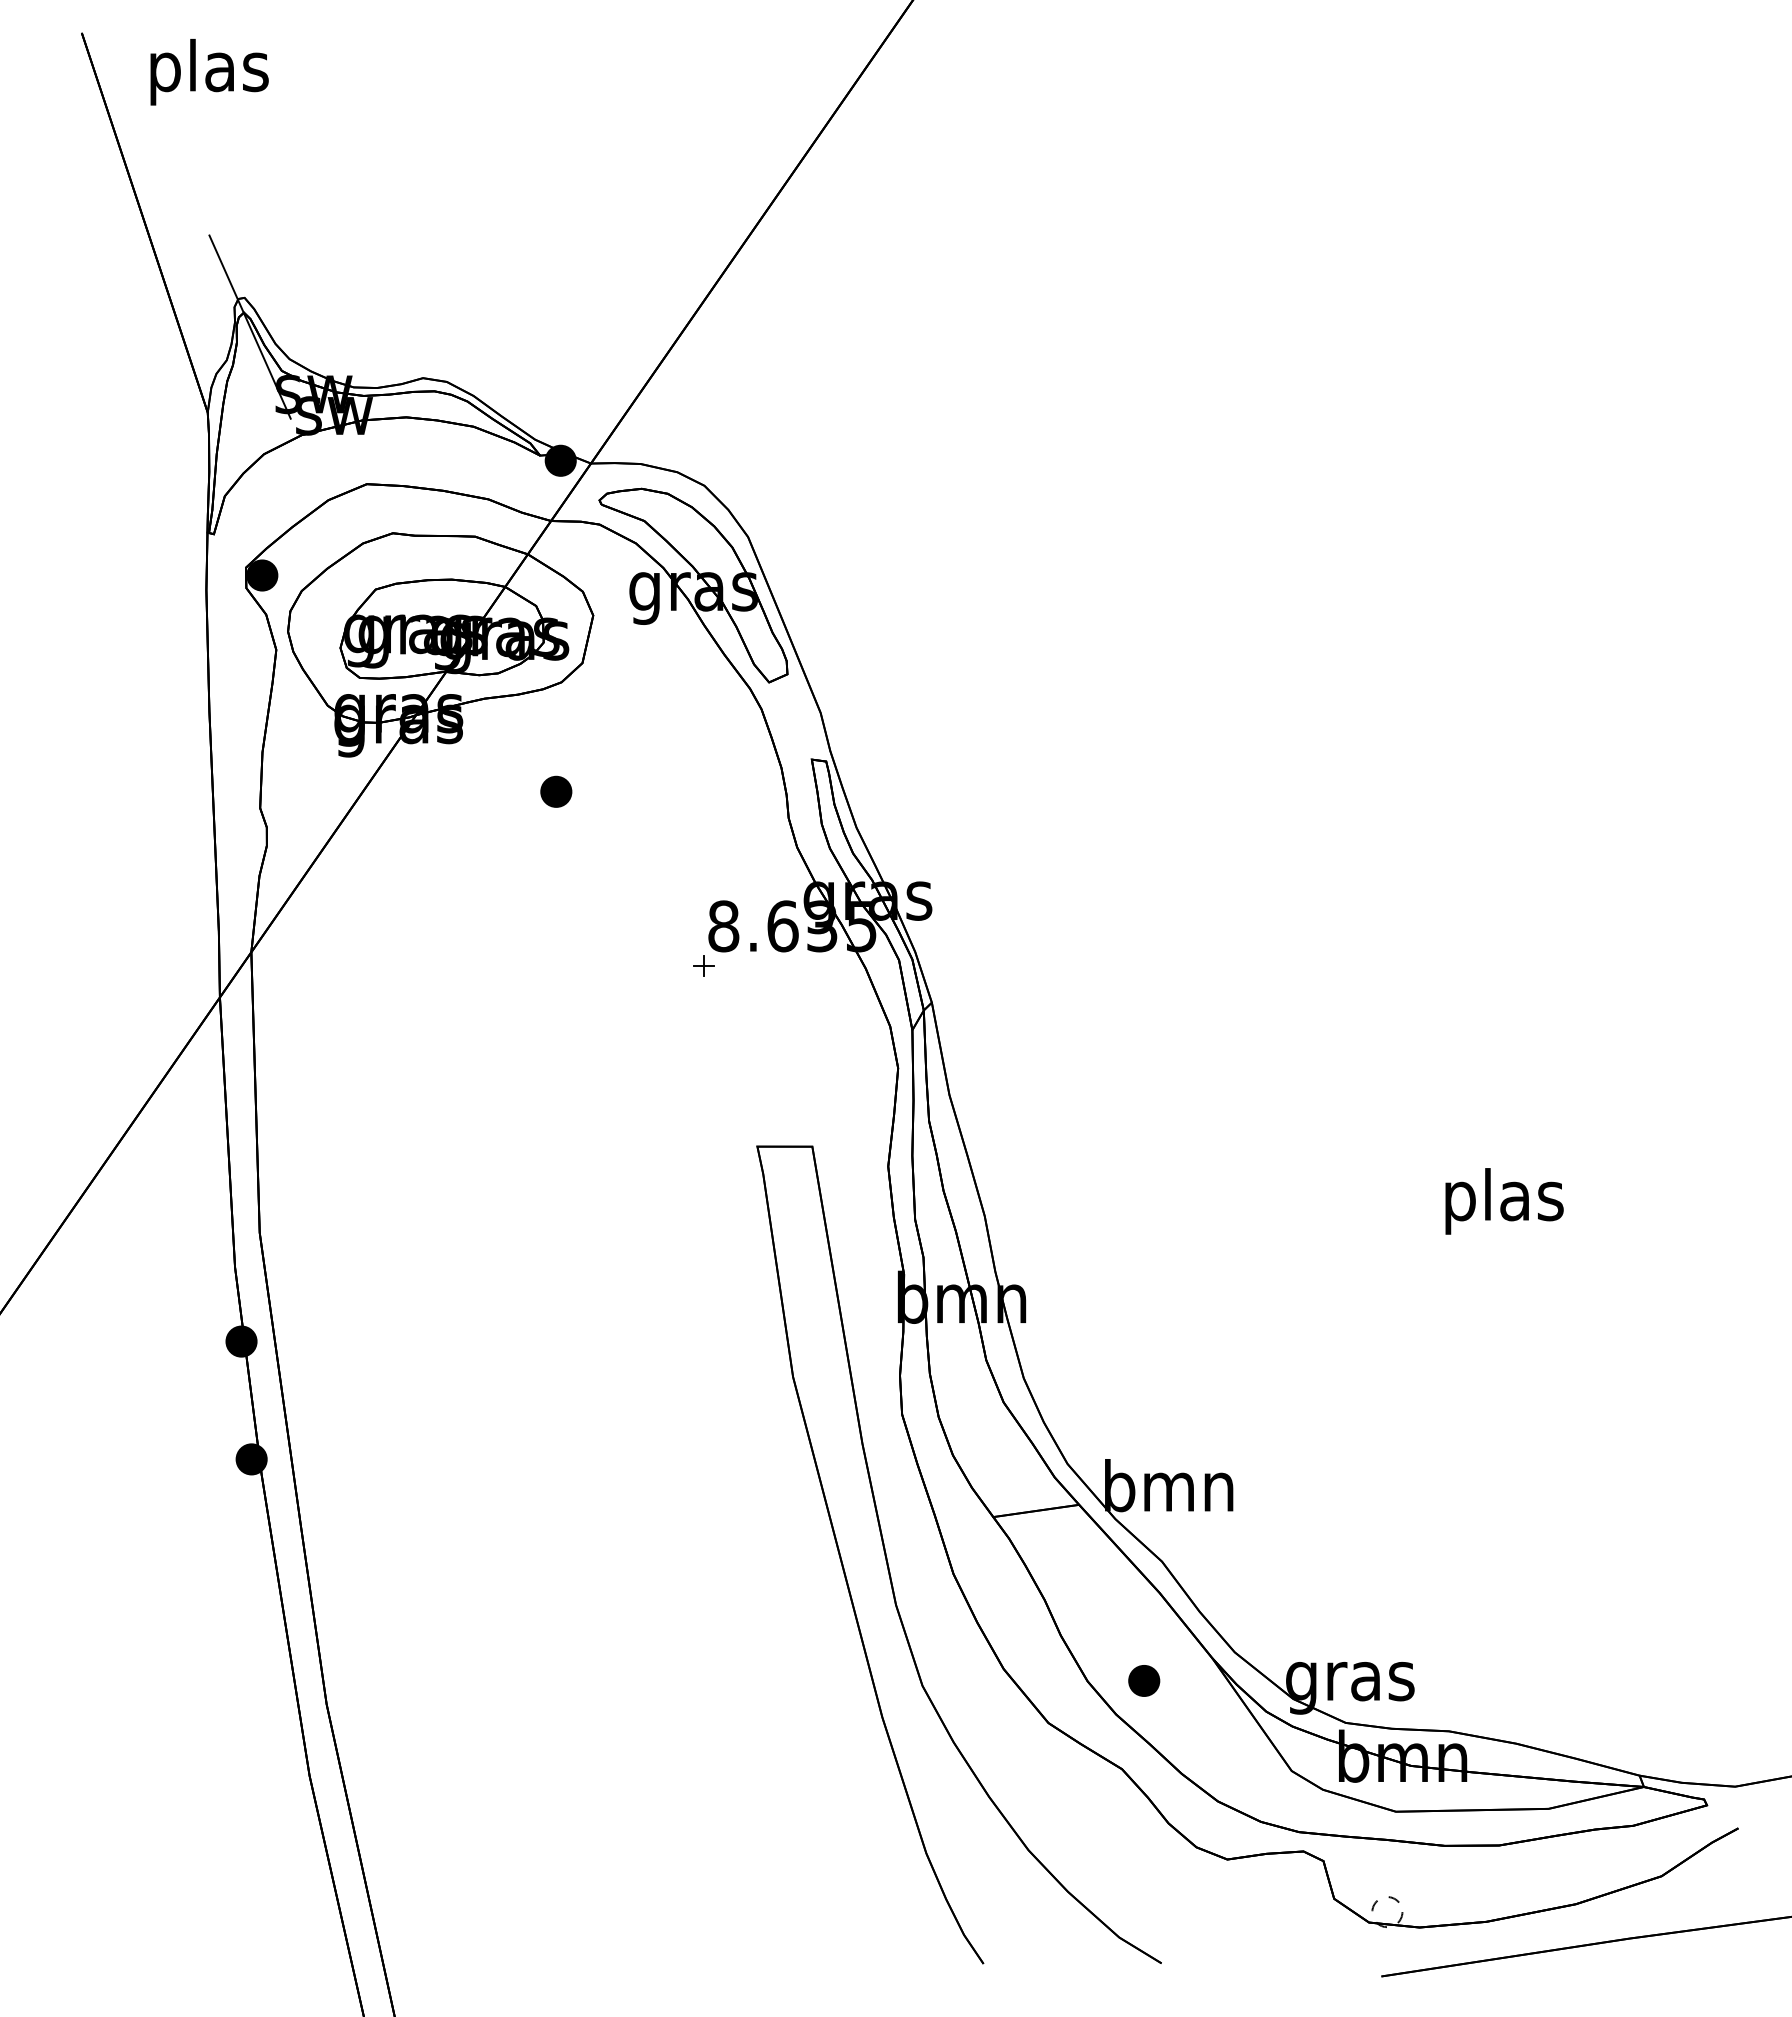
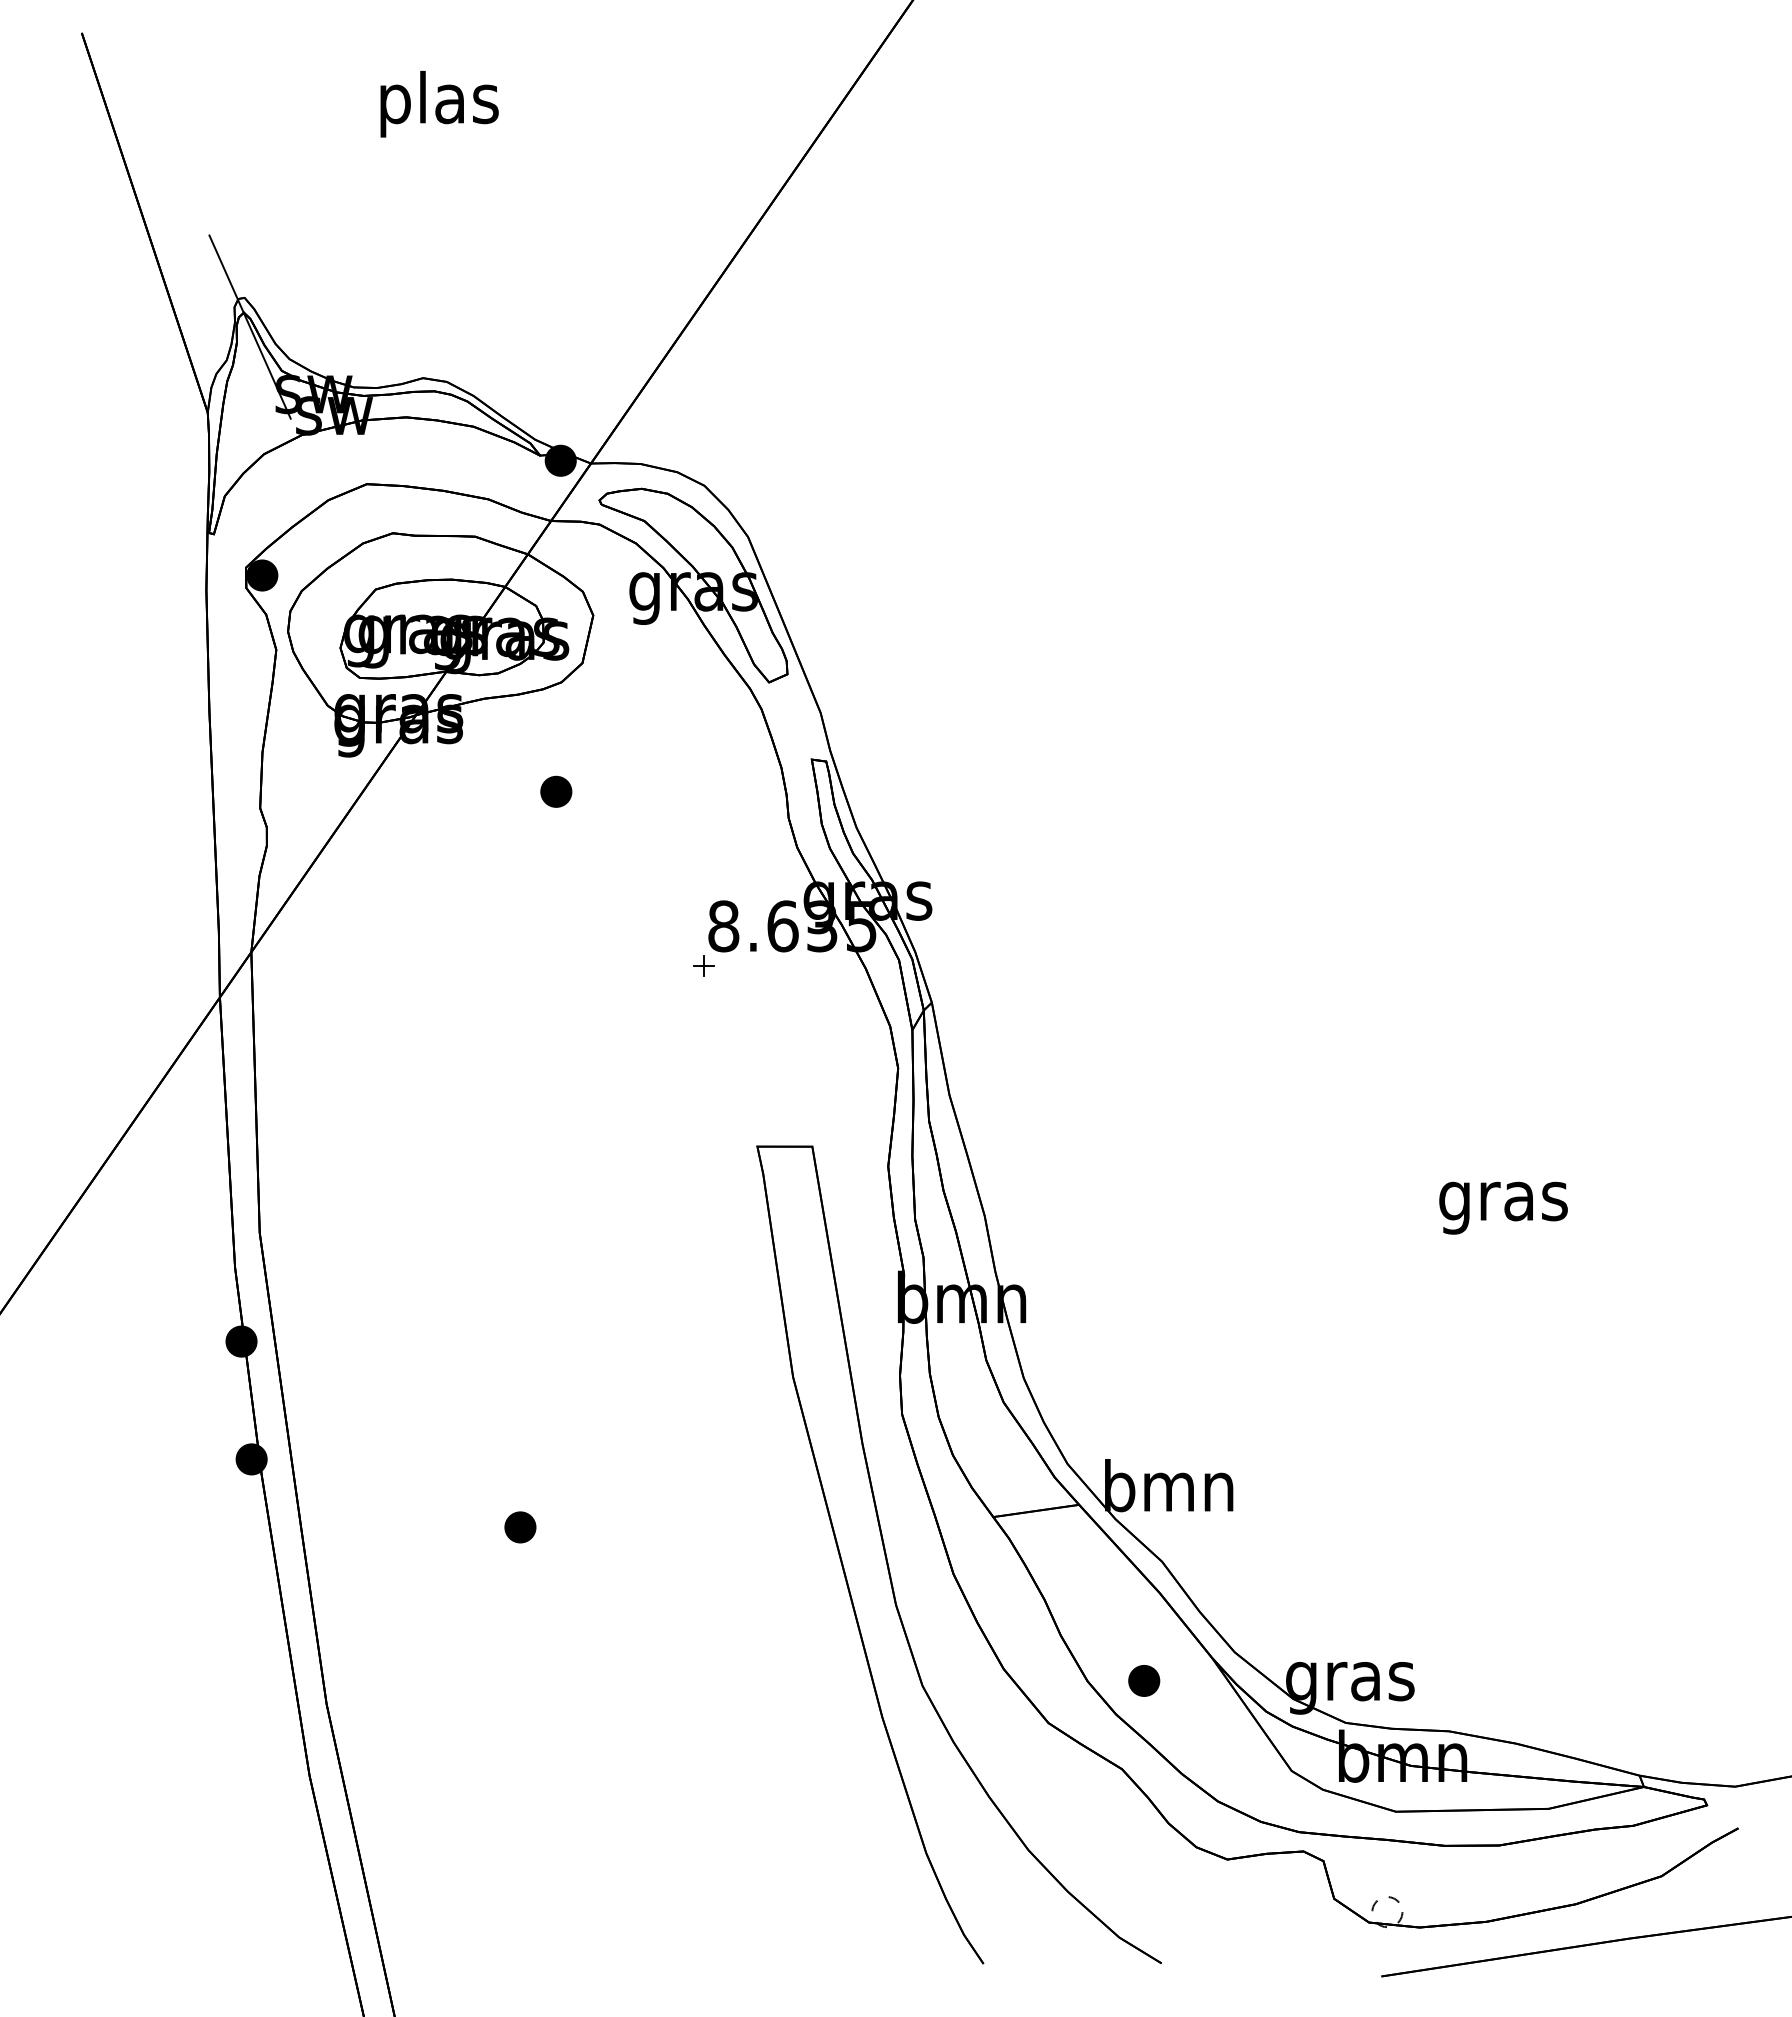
text at (209, 72) position: (209, 72) -> (439, 104)
text at (1503, 1201): plas -> gras
part at (520, 1527): none -> present
